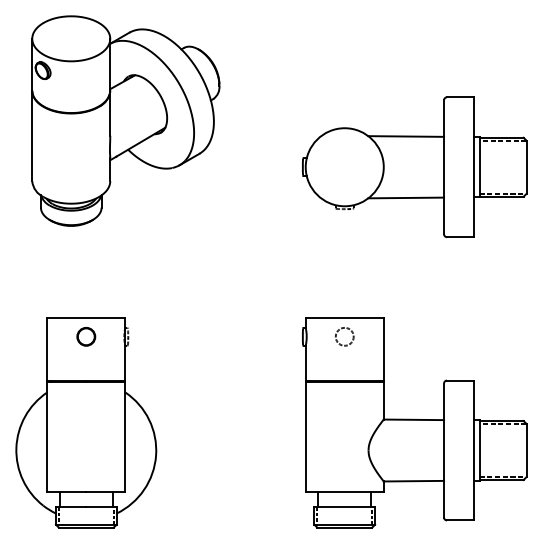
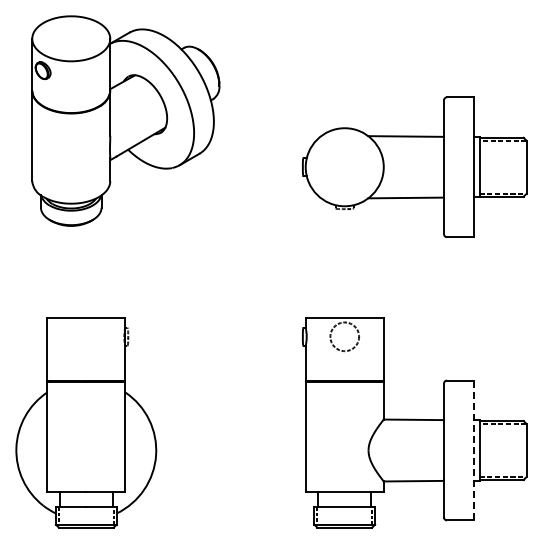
part at (86, 336): present -> none
circle at (344, 336) diameter: 18 px -> 29 px
line at (473, 450): solid -> dashed
